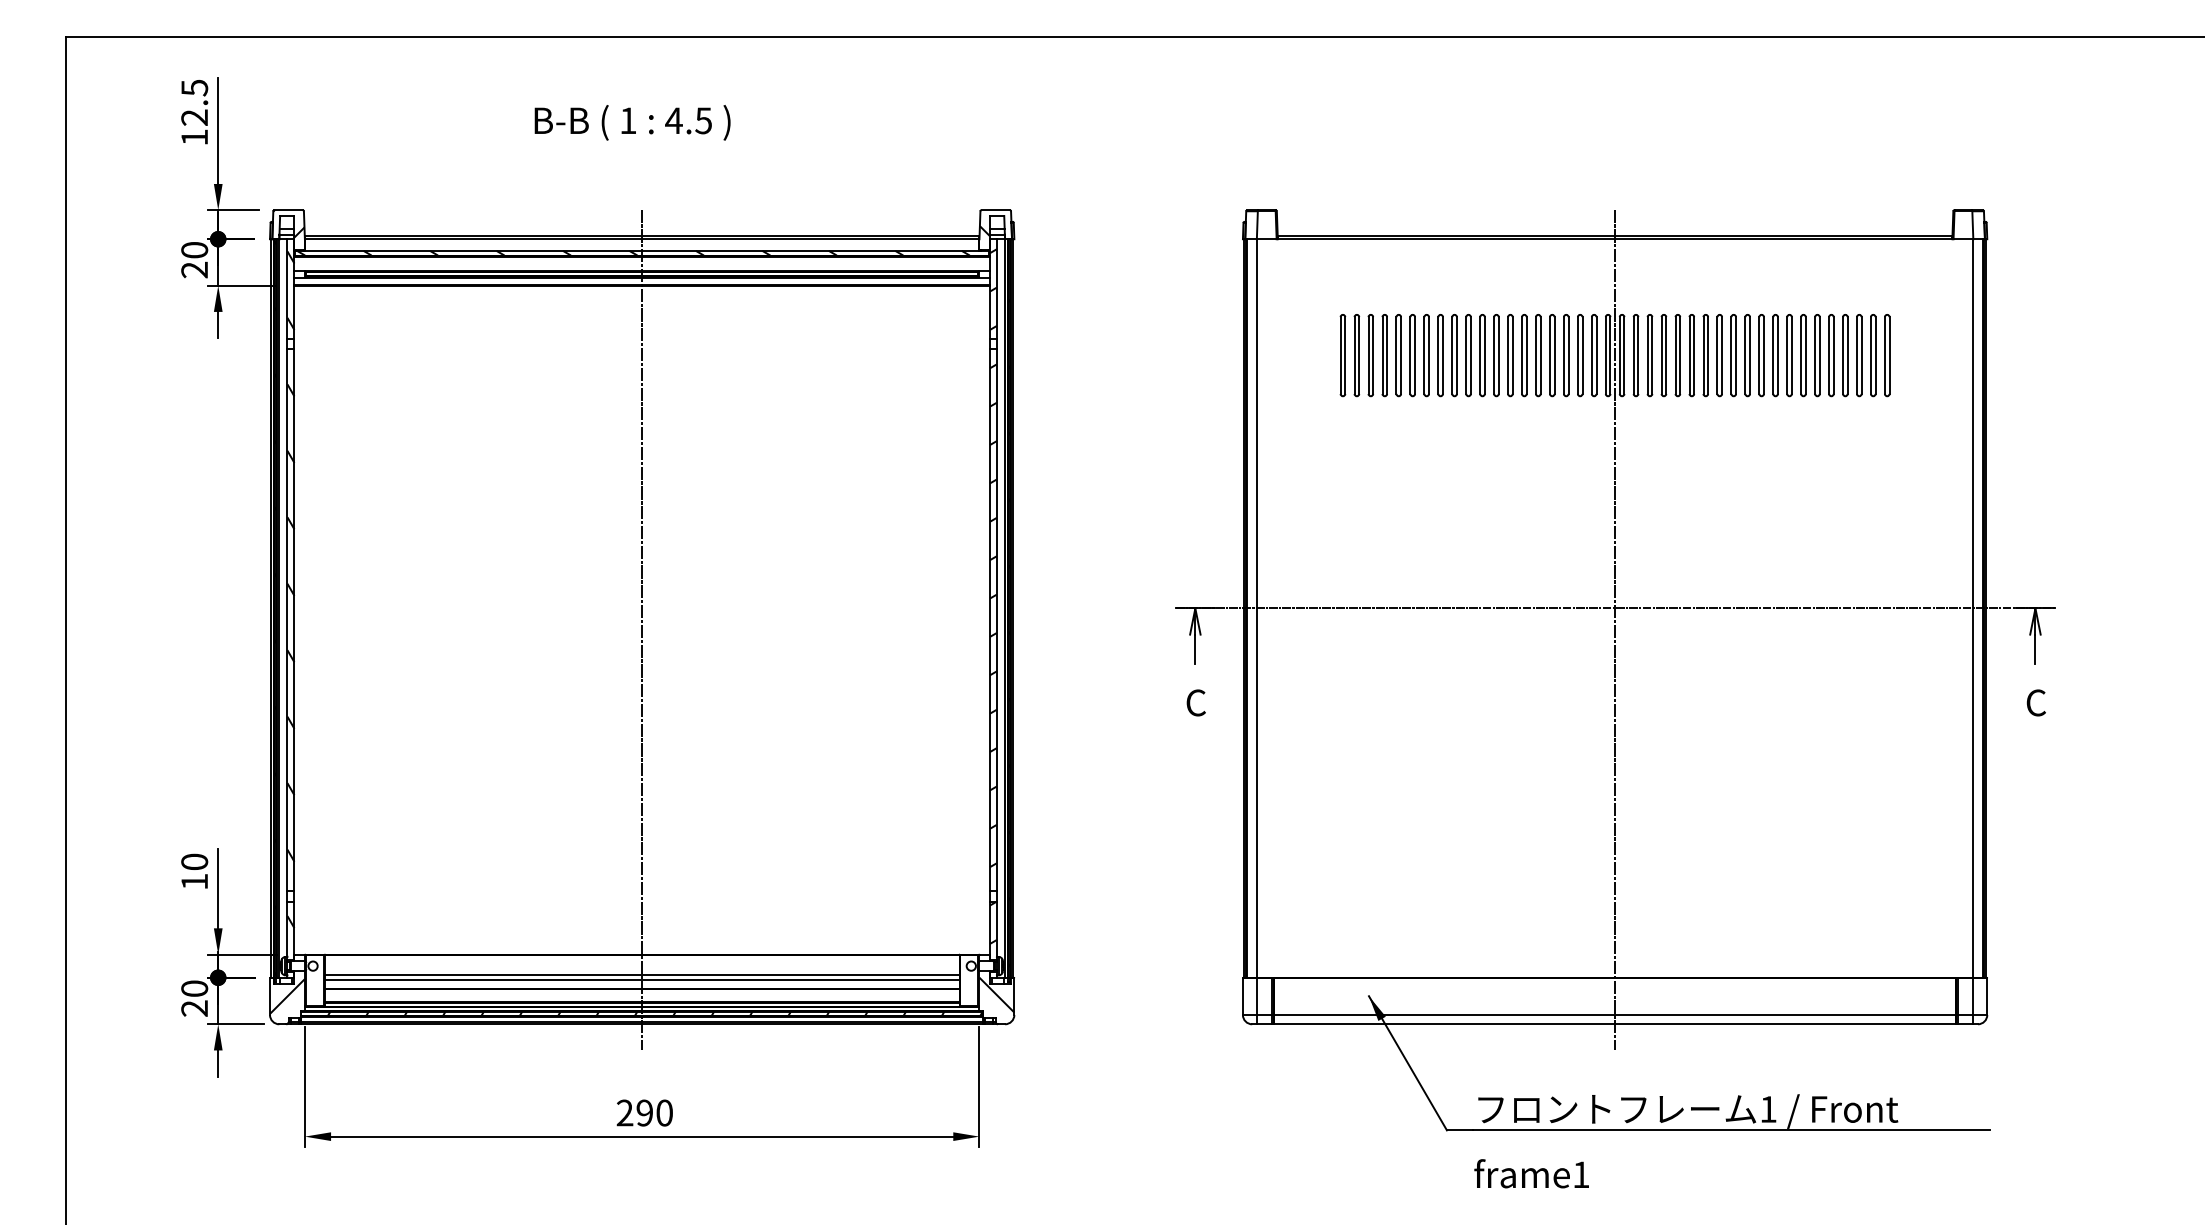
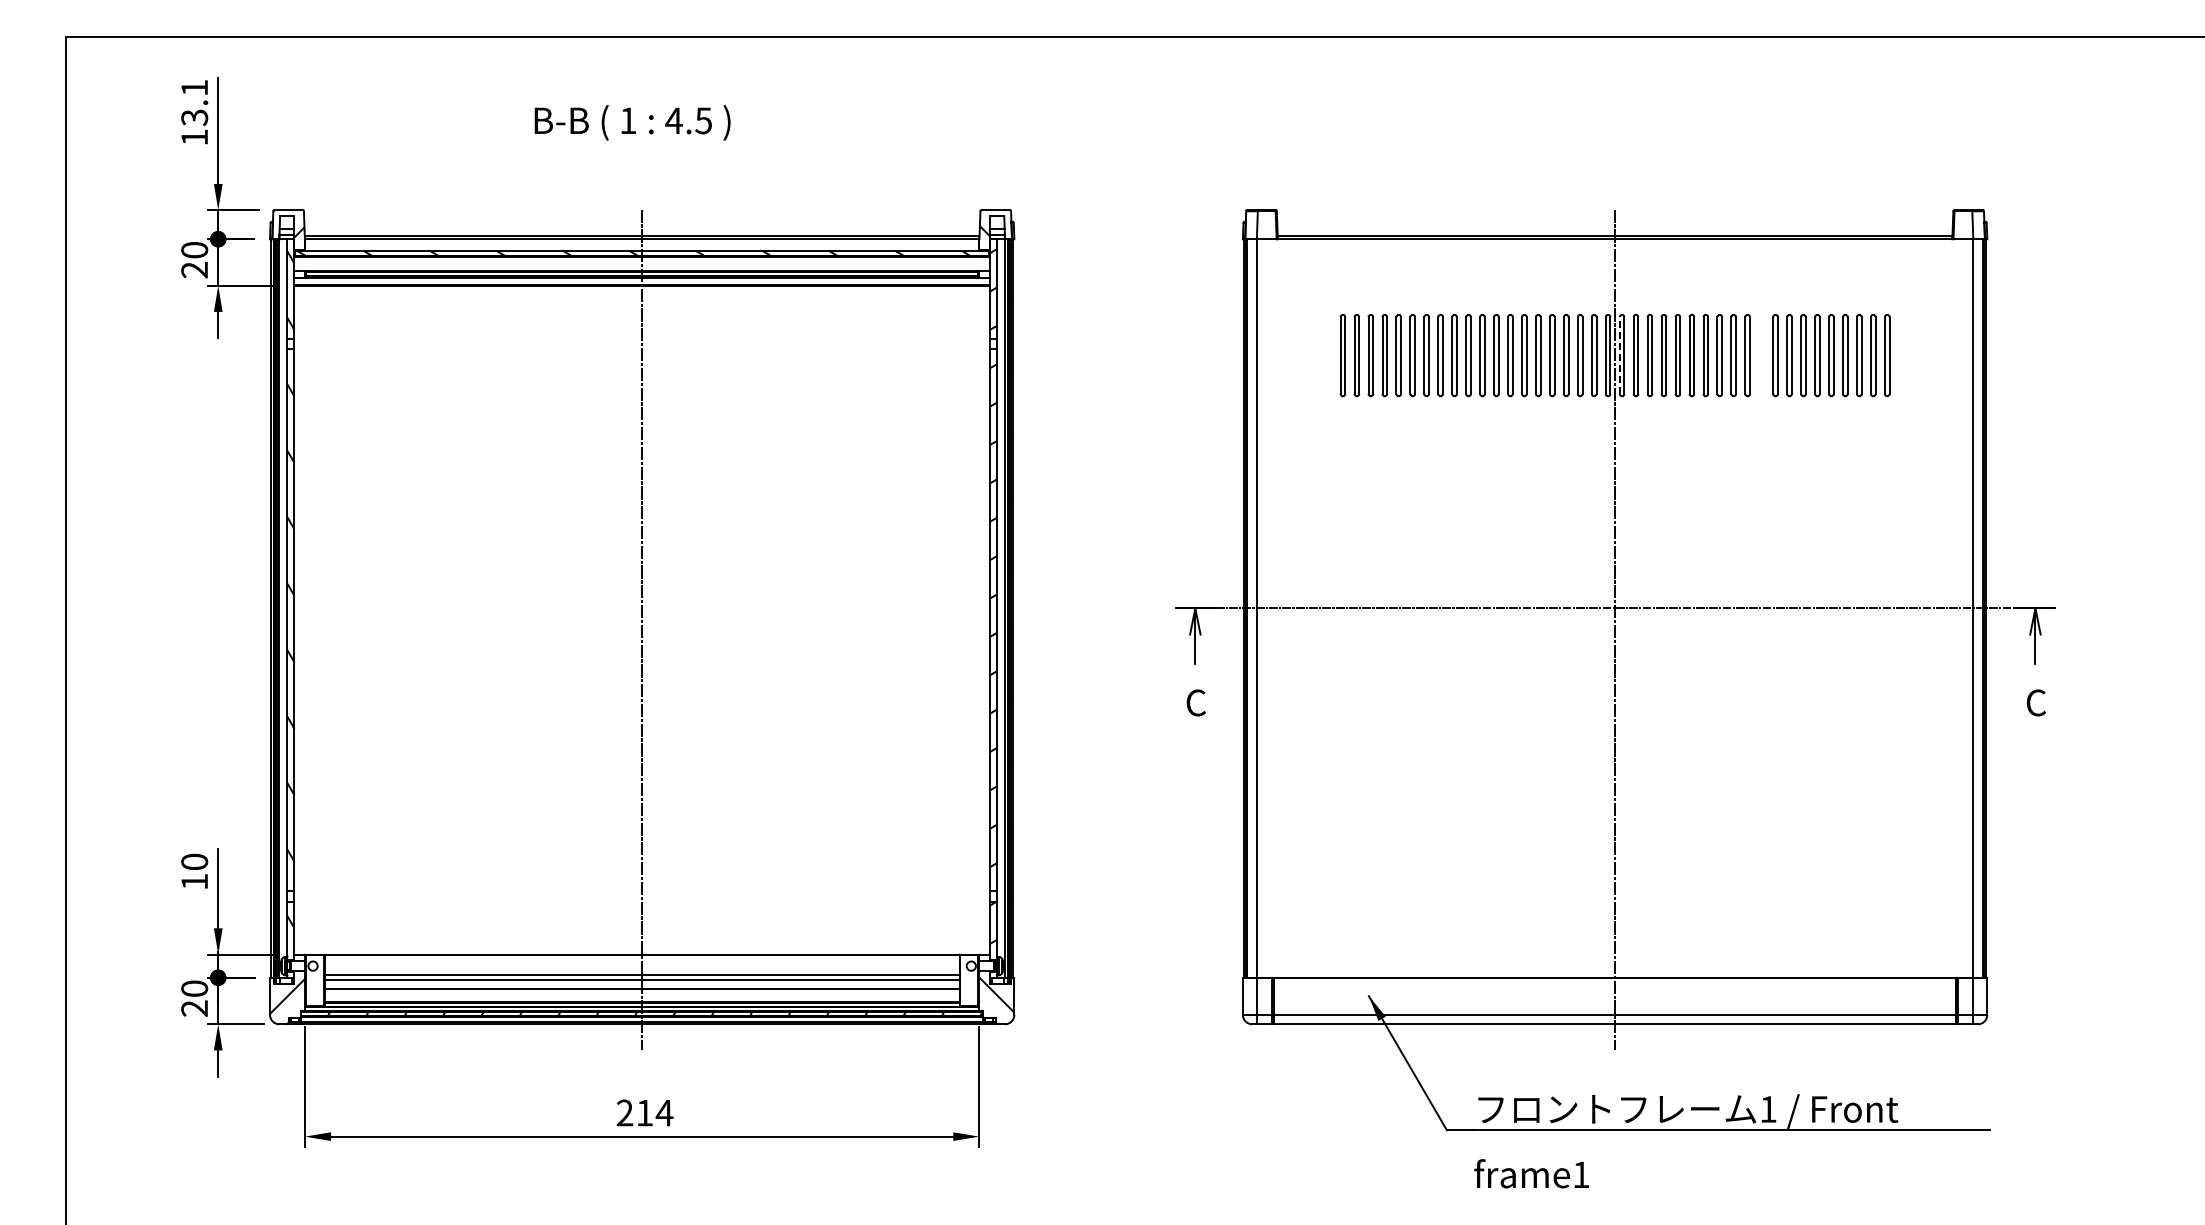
text at (194, 102): 12.5 -> 13.1
line at (1619, 355): solid -> dashed
part at (1761, 355): present -> none
text at (654, 1112): 290 -> 214
